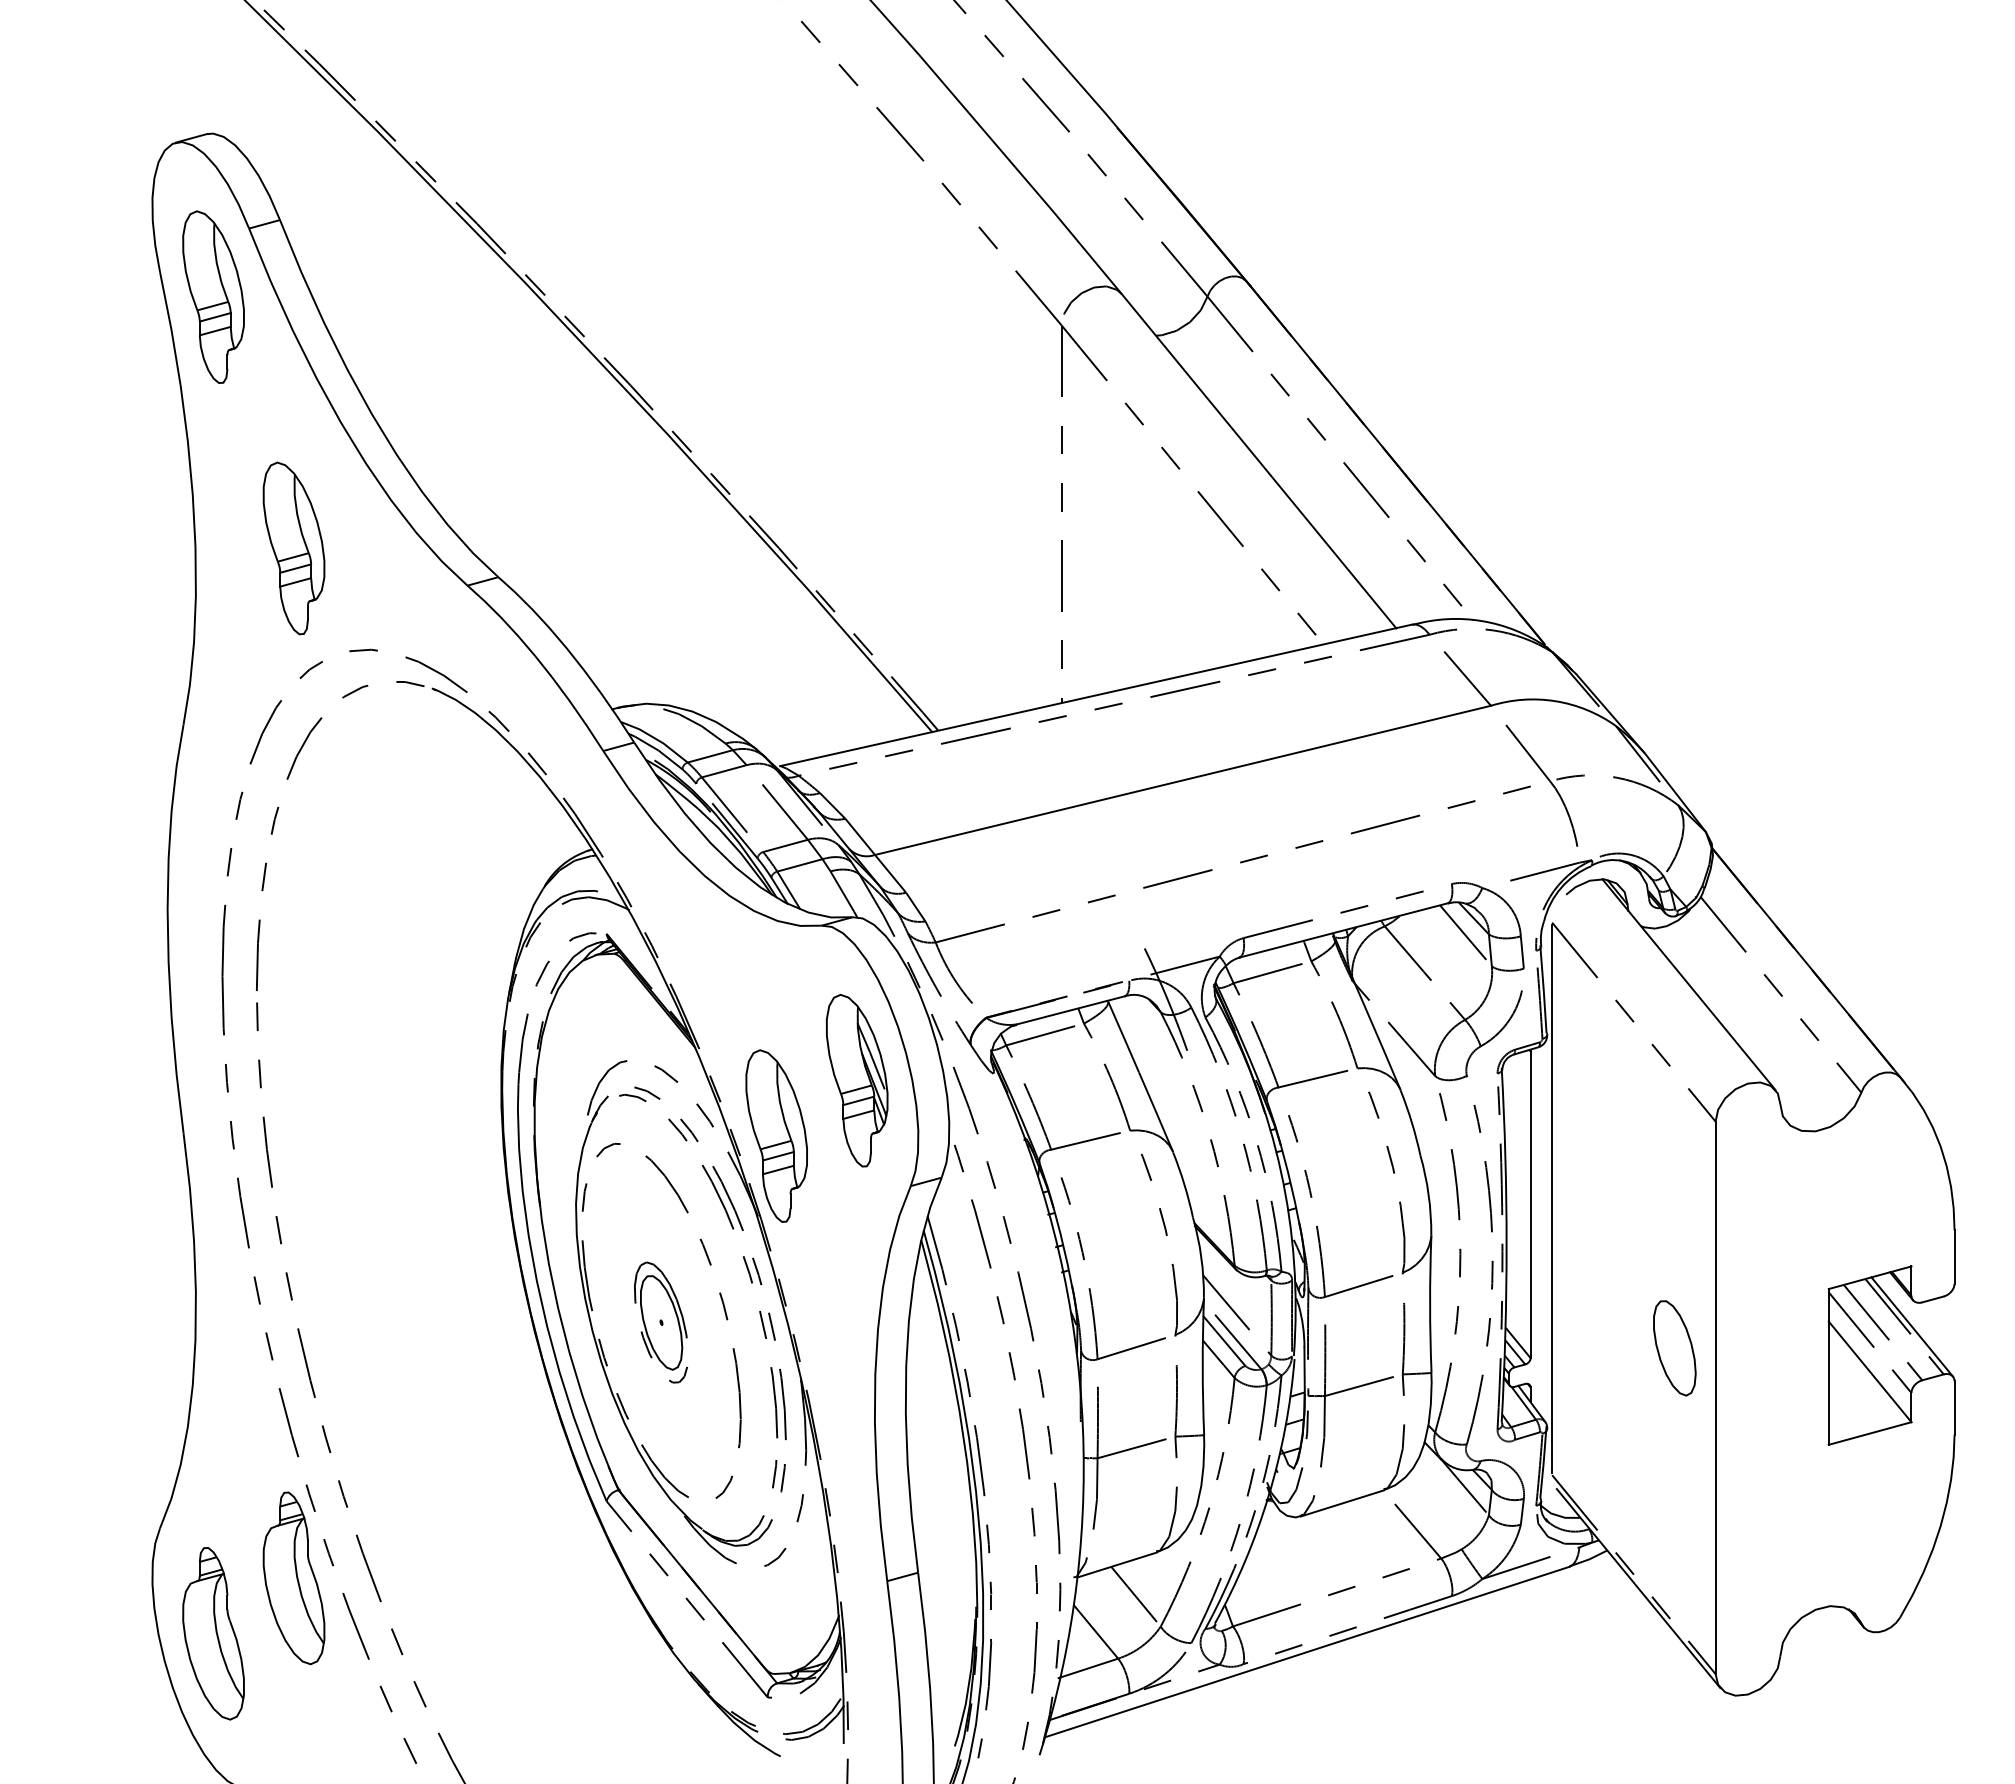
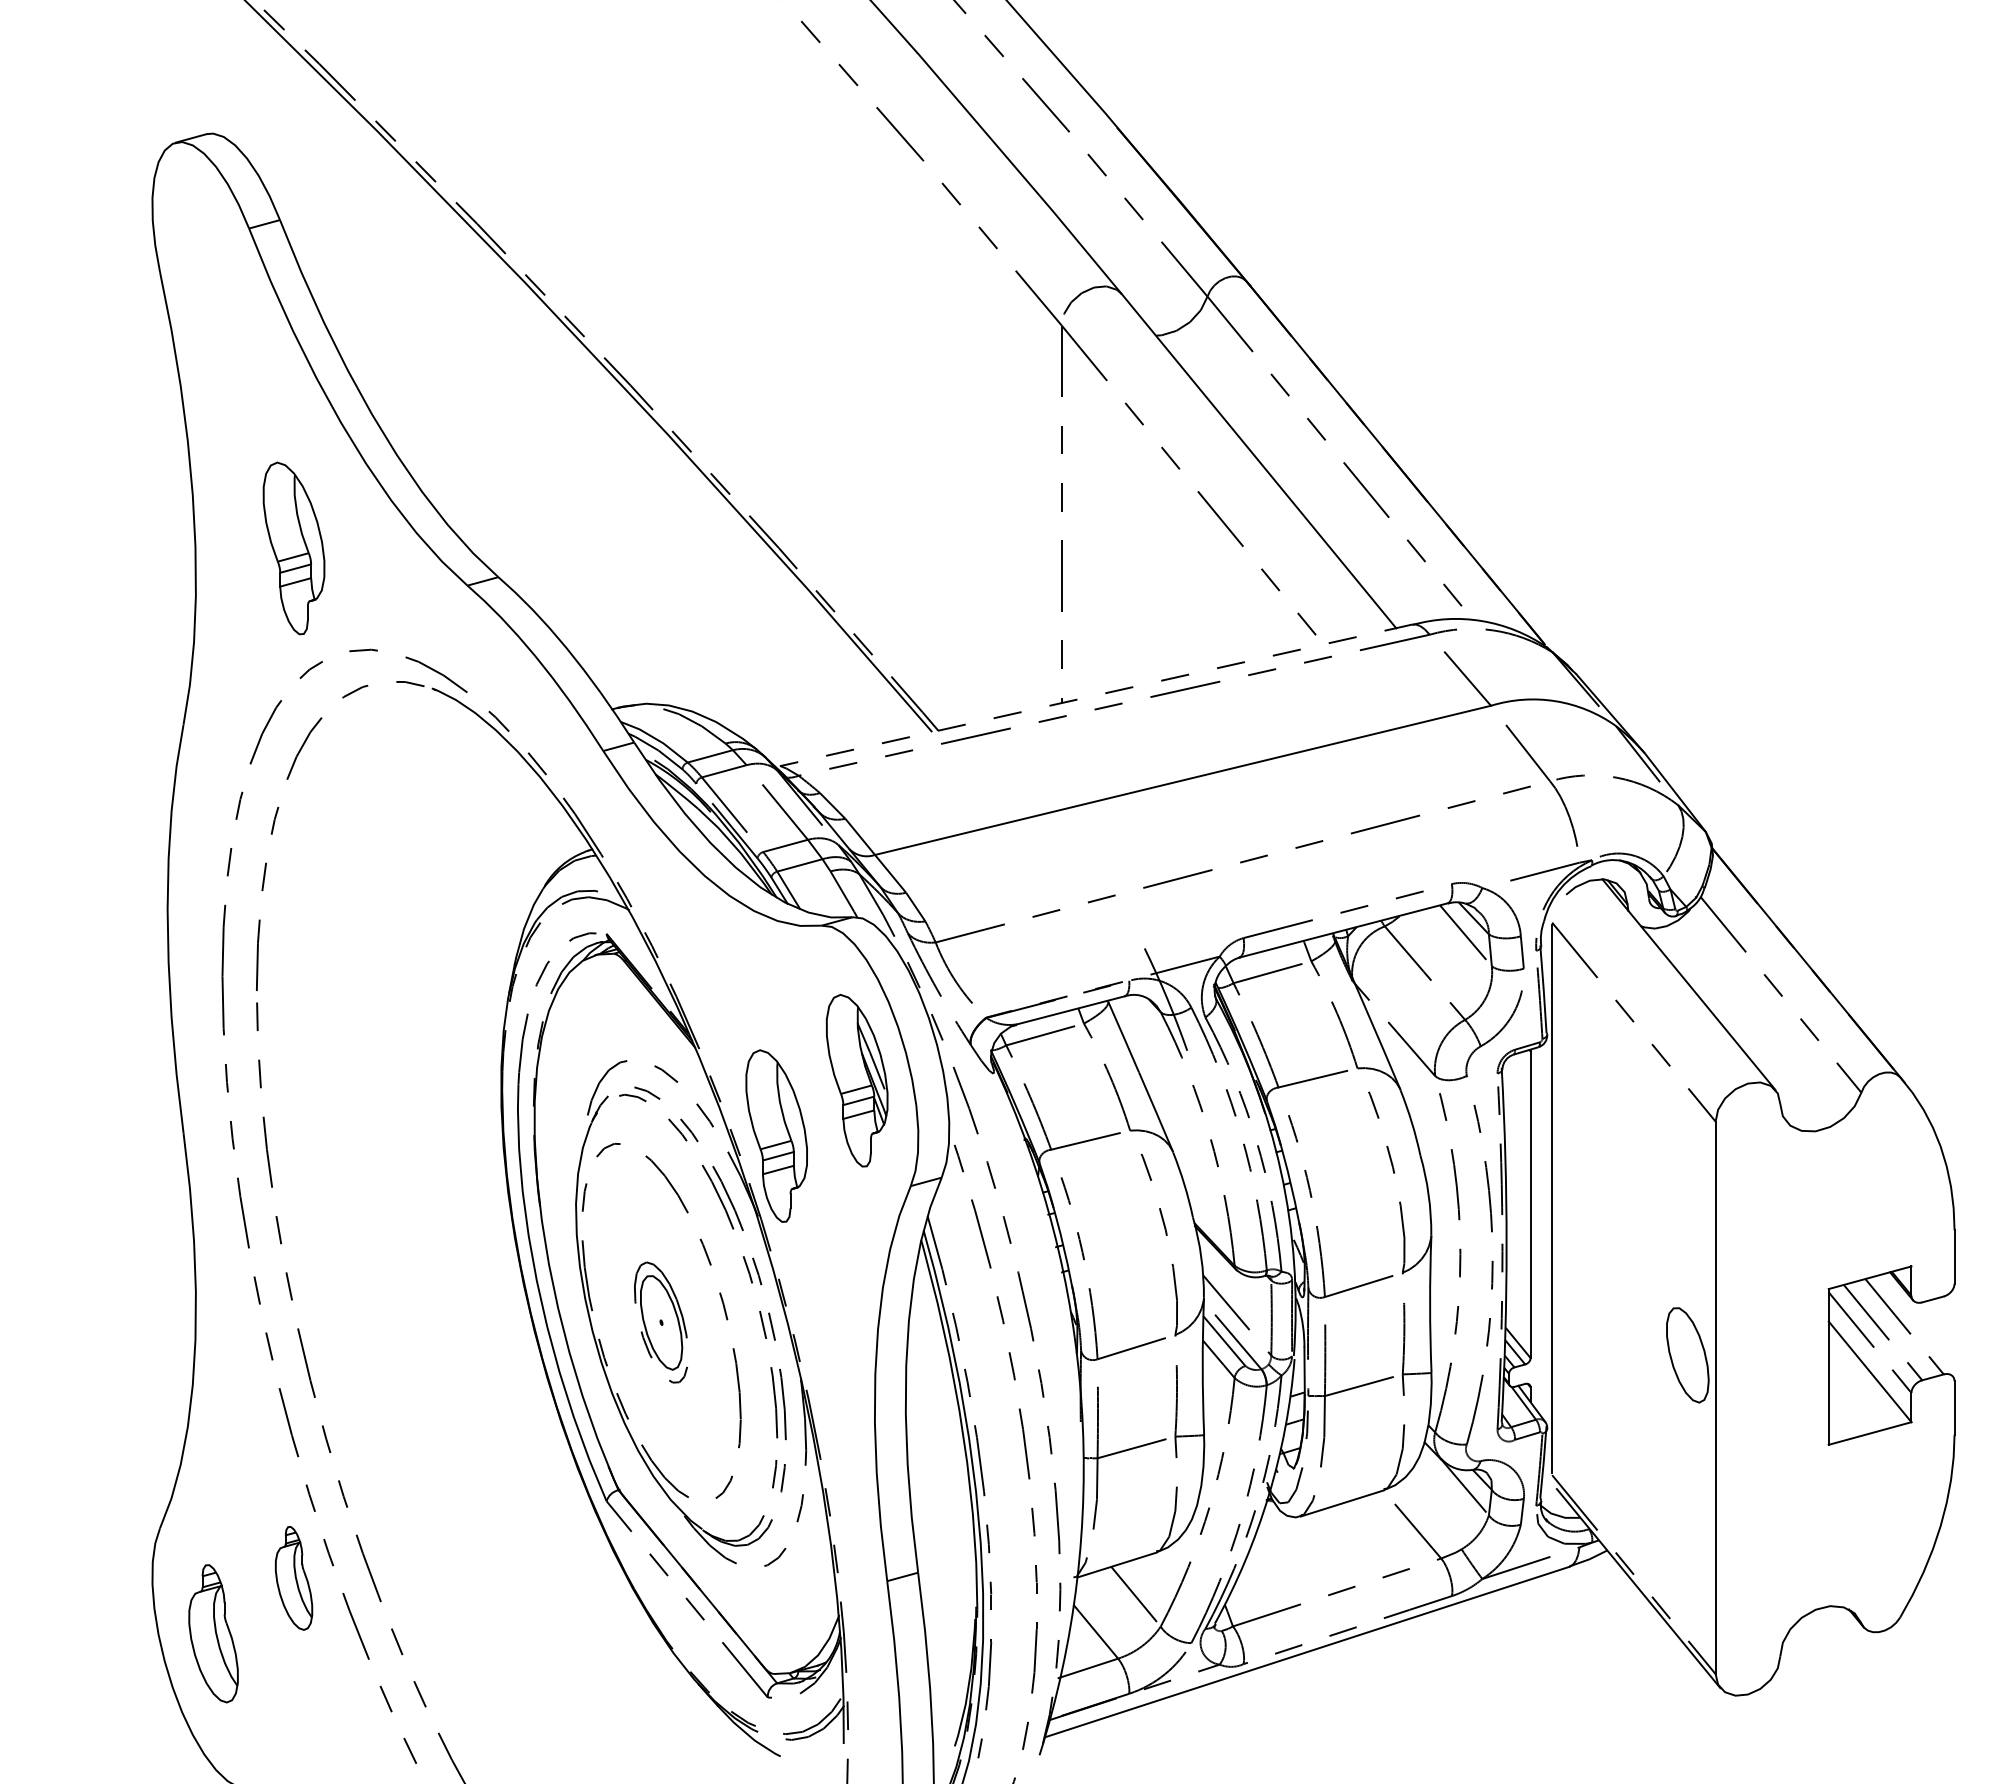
part at (213, 296): present -> none
line at (1095, 695): solid -> dashed
line at (1911, 1326): present -> none
part at (1674, 1348) position: (1674, 1348) -> (1687, 1355)
part at (293, 1578) size: 64x175 px -> 40x105 px
part at (213, 1633) size: 63x174 px -> 51x140 px
